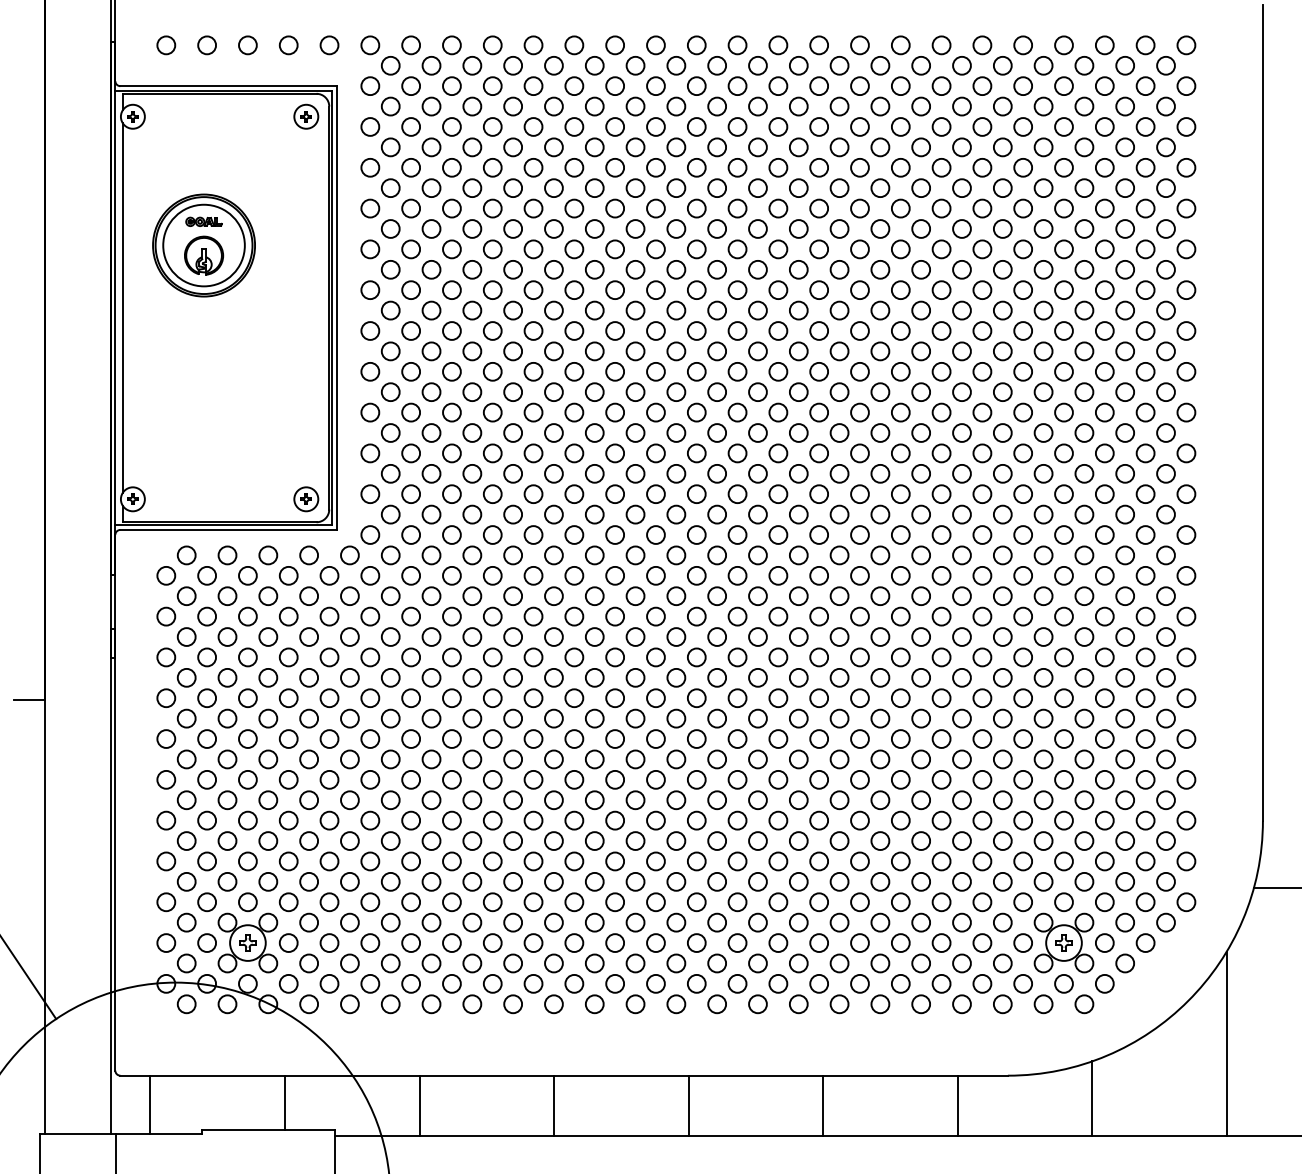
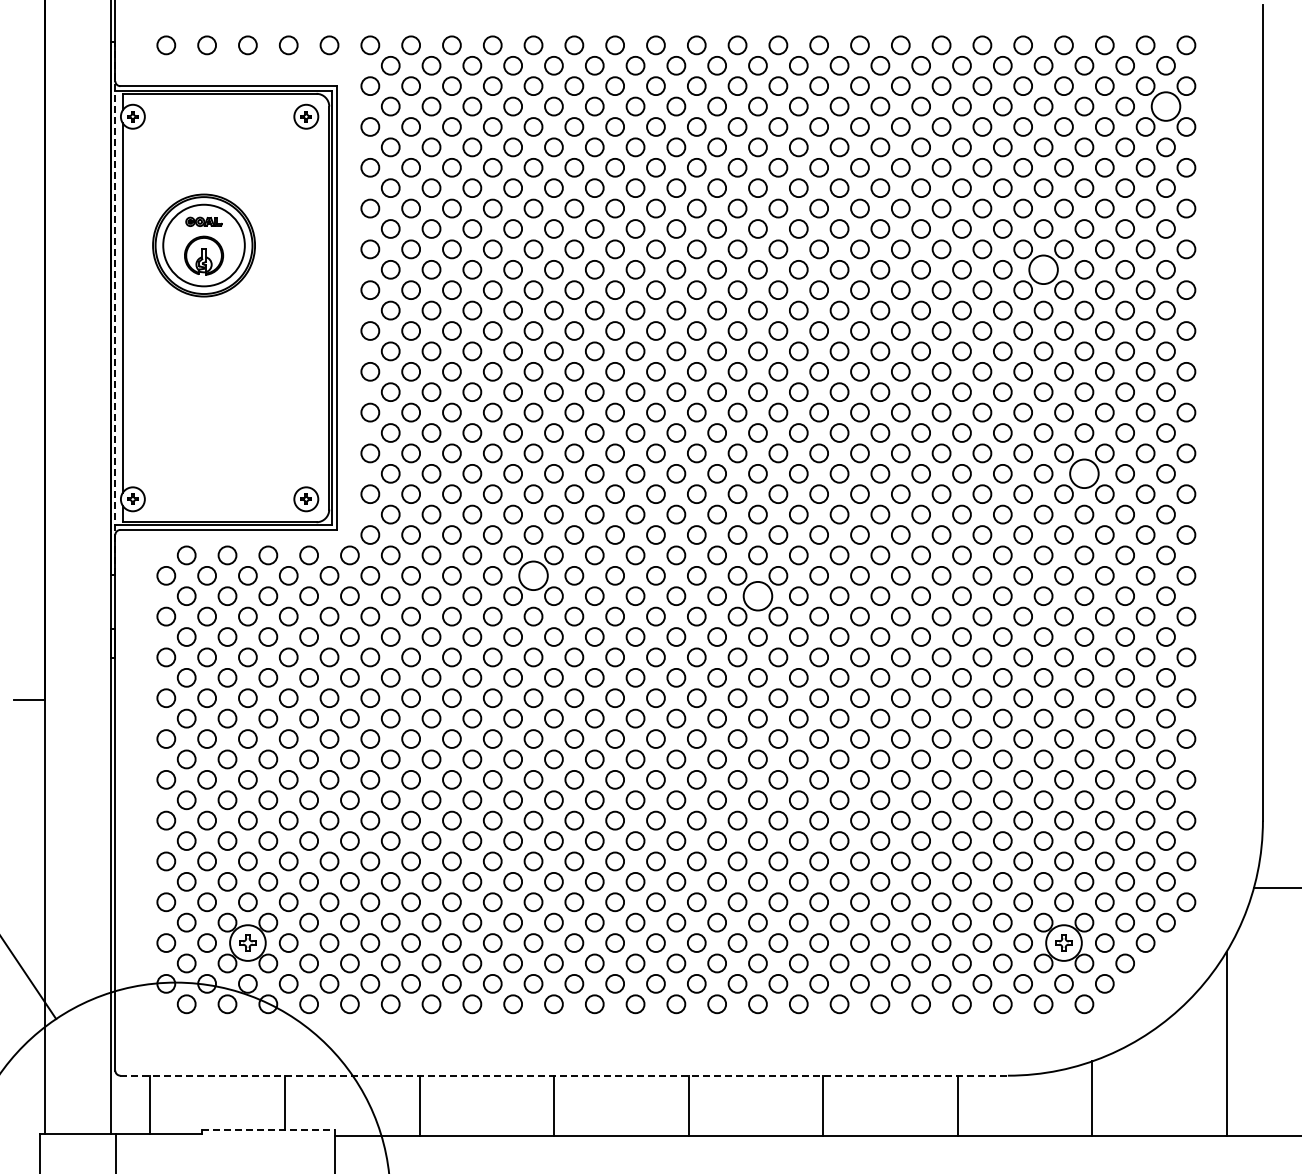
circle at (1165, 106) diameter: 18 px -> 29 px
circle at (1043, 269) diameter: 18 px -> 29 px
line at (115, 308): solid -> dashed
circle at (1084, 473) diameter: 18 px -> 29 px
circle at (533, 575) diameter: 18 px -> 29 px
circle at (757, 596) diameter: 18 px -> 29 px
line at (564, 1075): solid -> dashed
line at (268, 1130): solid -> dashed
